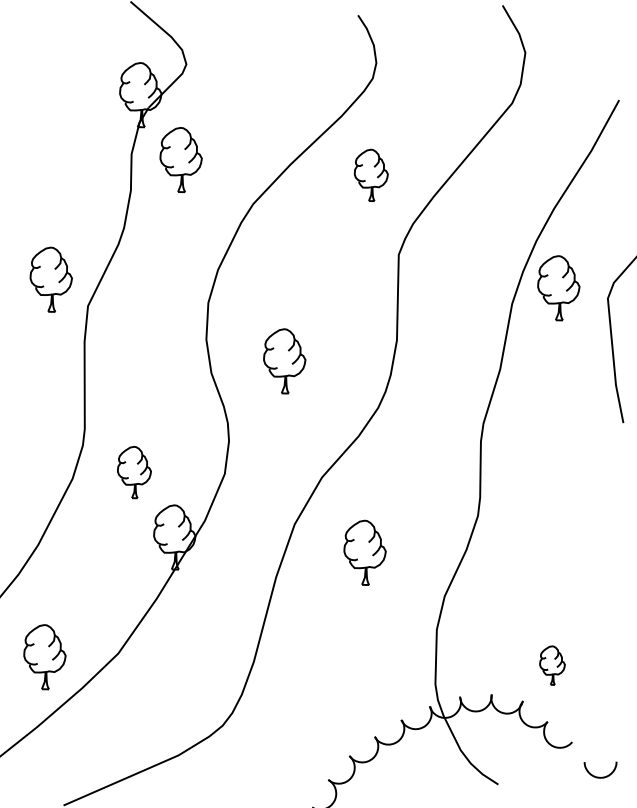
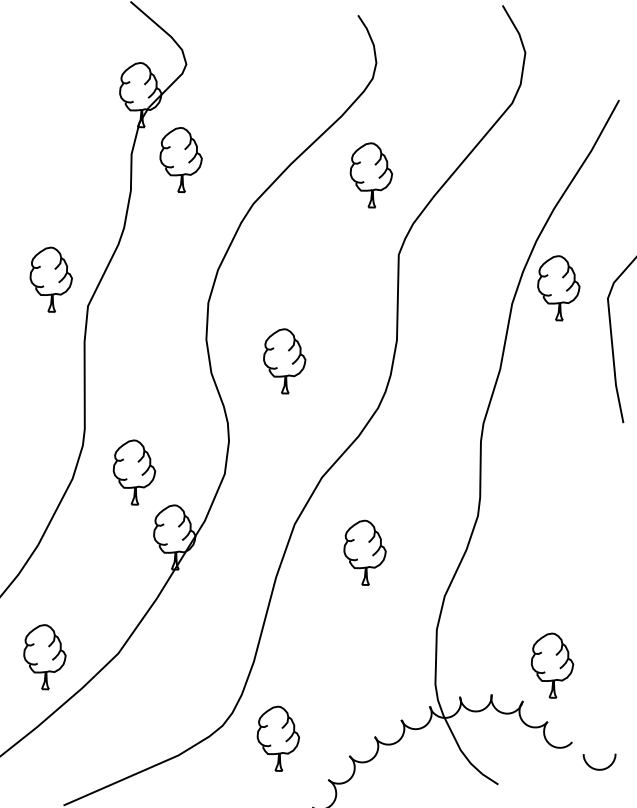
part at (370, 174) size: 36x54 px -> 44x67 px
part at (134, 472) size: 35x54 px -> 45x67 px
part at (552, 665) size: 27x41 px -> 45x67 px
part at (277, 738): none -> present
curve at (599, 776) position: (599, 776) -> (598, 768)
